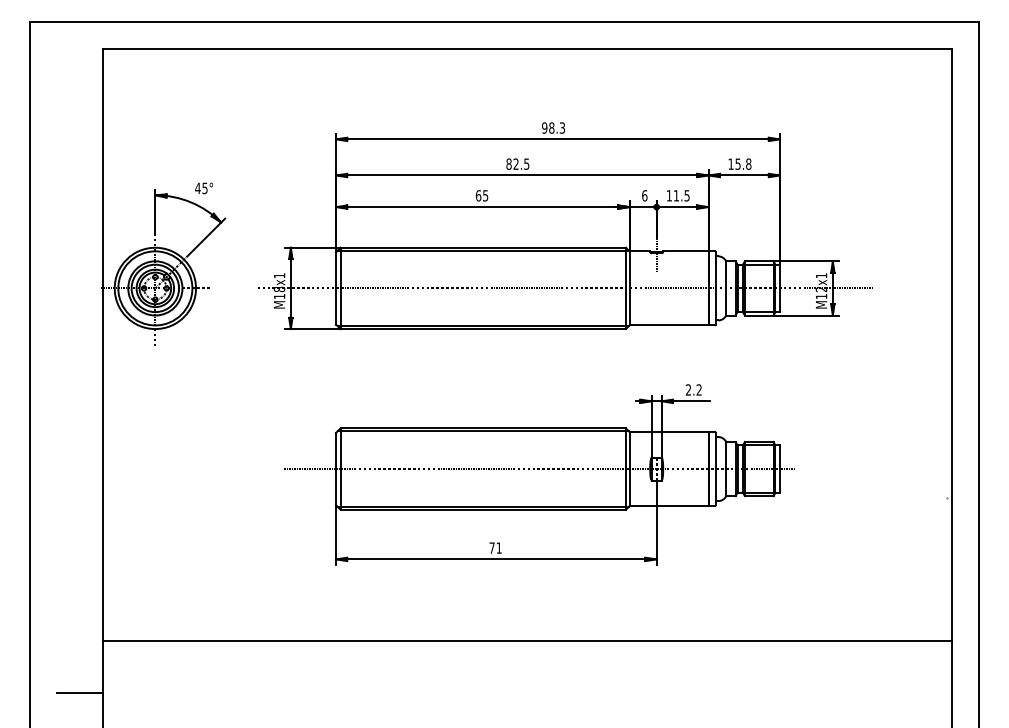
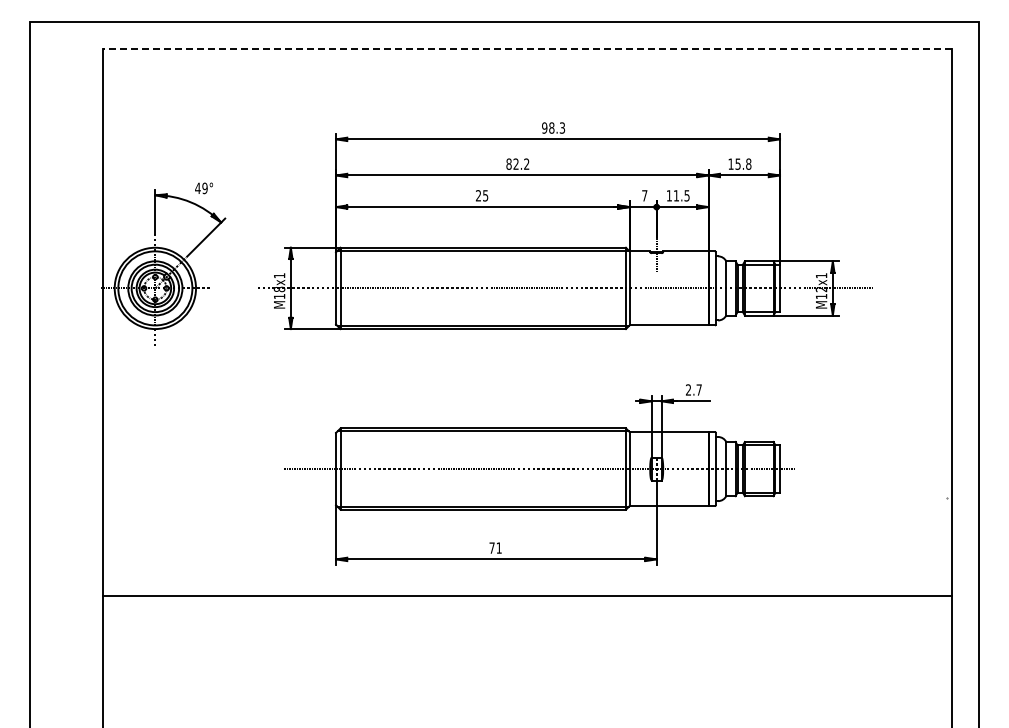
line at (527, 49): solid -> dashed
text at (526, 163): 82.5 -> 82.2
text at (204, 187): 45° -> 49°
text at (478, 195): 65 -> 25
text at (644, 195): 6 -> 7
text at (698, 389): 2.2 -> 2.7
line at (526, 640) position: (526, 640) -> (526, 595)
line at (79, 692): present -> none
